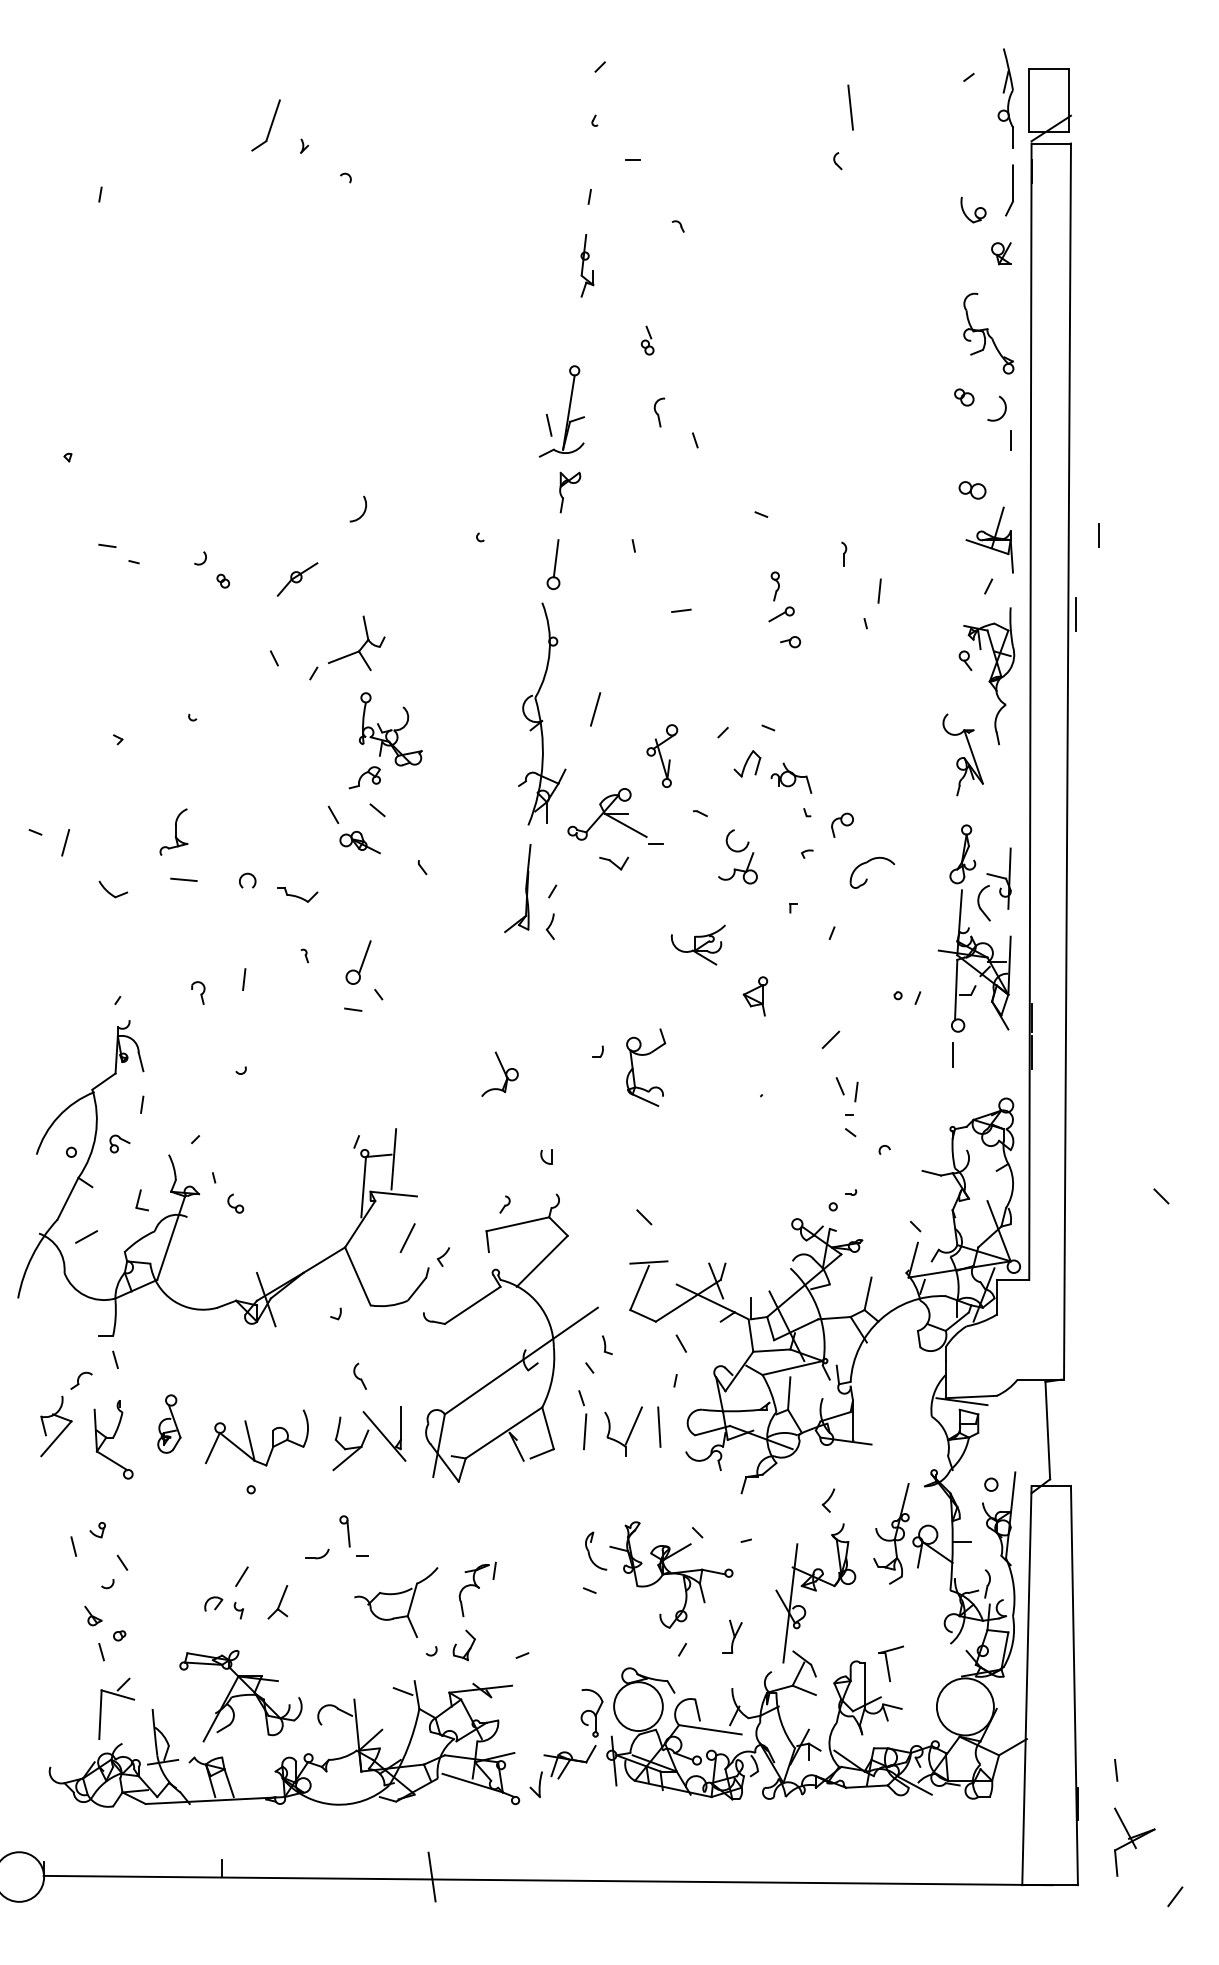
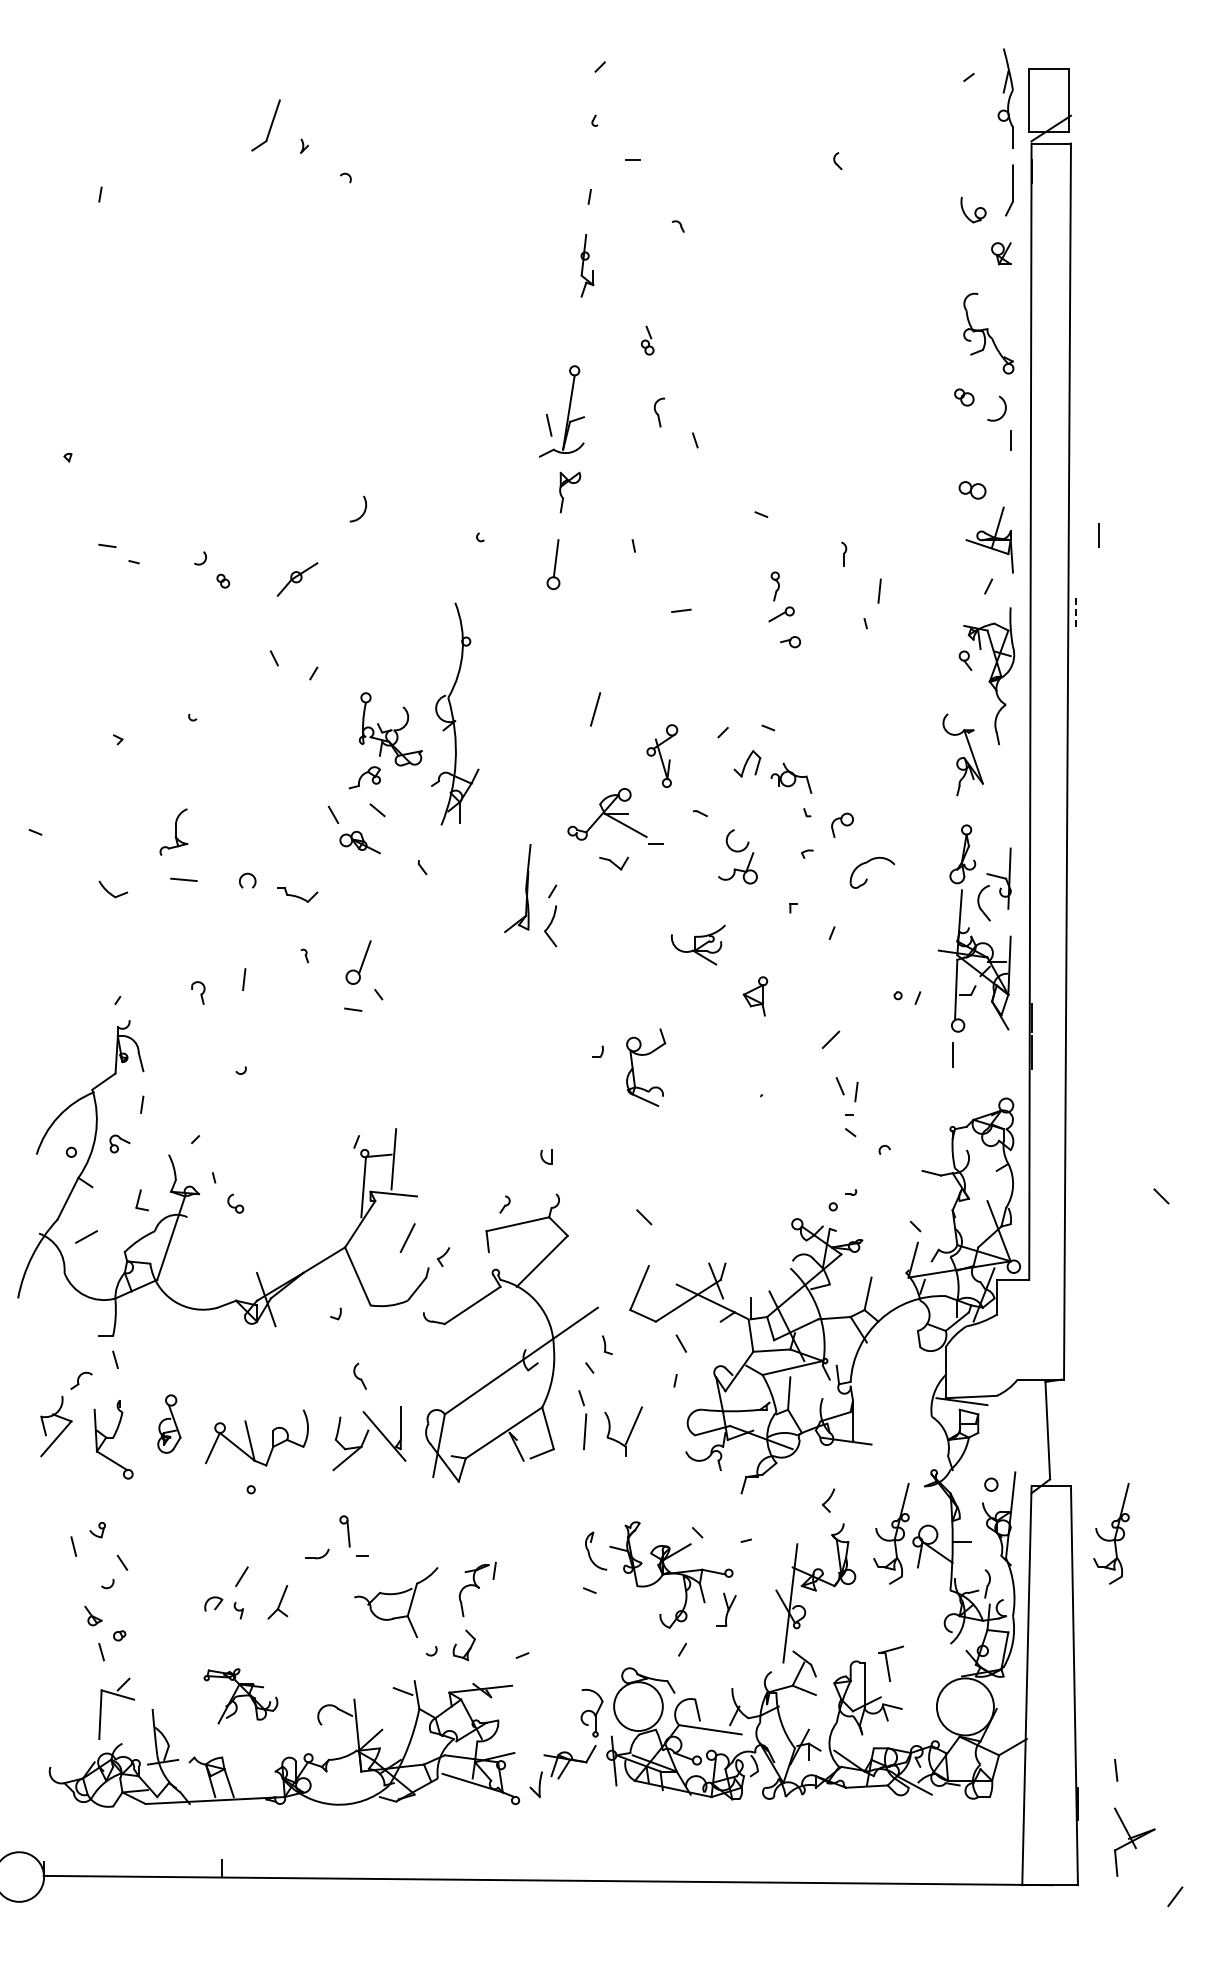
line at (850, 107): present -> none
line at (1075, 614): solid -> dashed
part at (356, 643): present -> none
part at (542, 713) position: (542, 713) -> (455, 713)
line at (65, 842): present -> none
part at (549, 926) size: 10x28 px -> 14x43 px
part at (499, 1073): present -> none
line at (648, 1262): present -> none
line at (659, 1426): present -> none
part at (1111, 1533): none -> present
part at (732, 1636) position: (732, 1636) -> (726, 1609)
part at (240, 1696) size: 124x93 px -> 76x57 px
line at (431, 1876): present -> none
